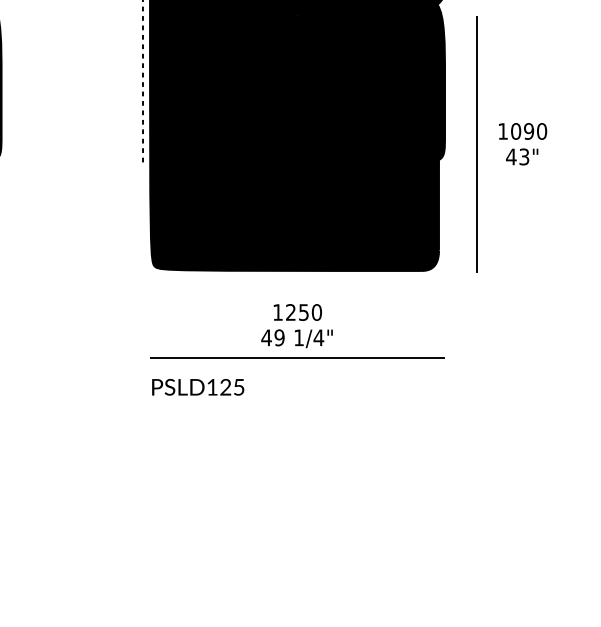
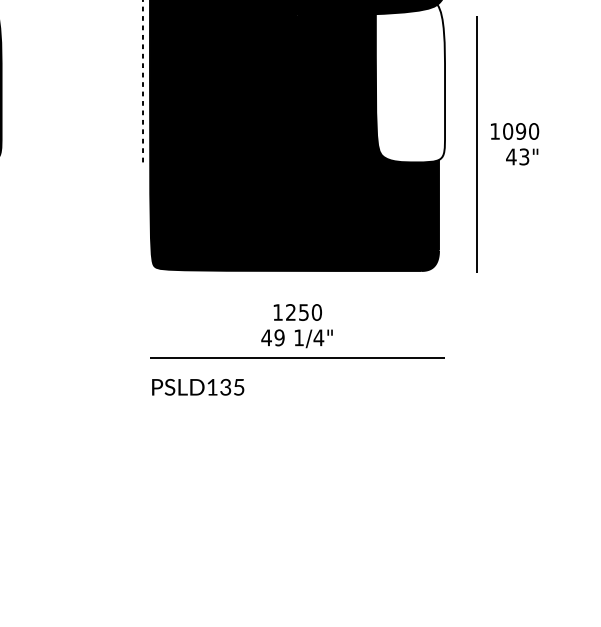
fill at (410, 83): present -> none
text at (523, 131) position: (523, 131) -> (515, 131)
text at (225, 389): PSLD125 -> PSLD135
